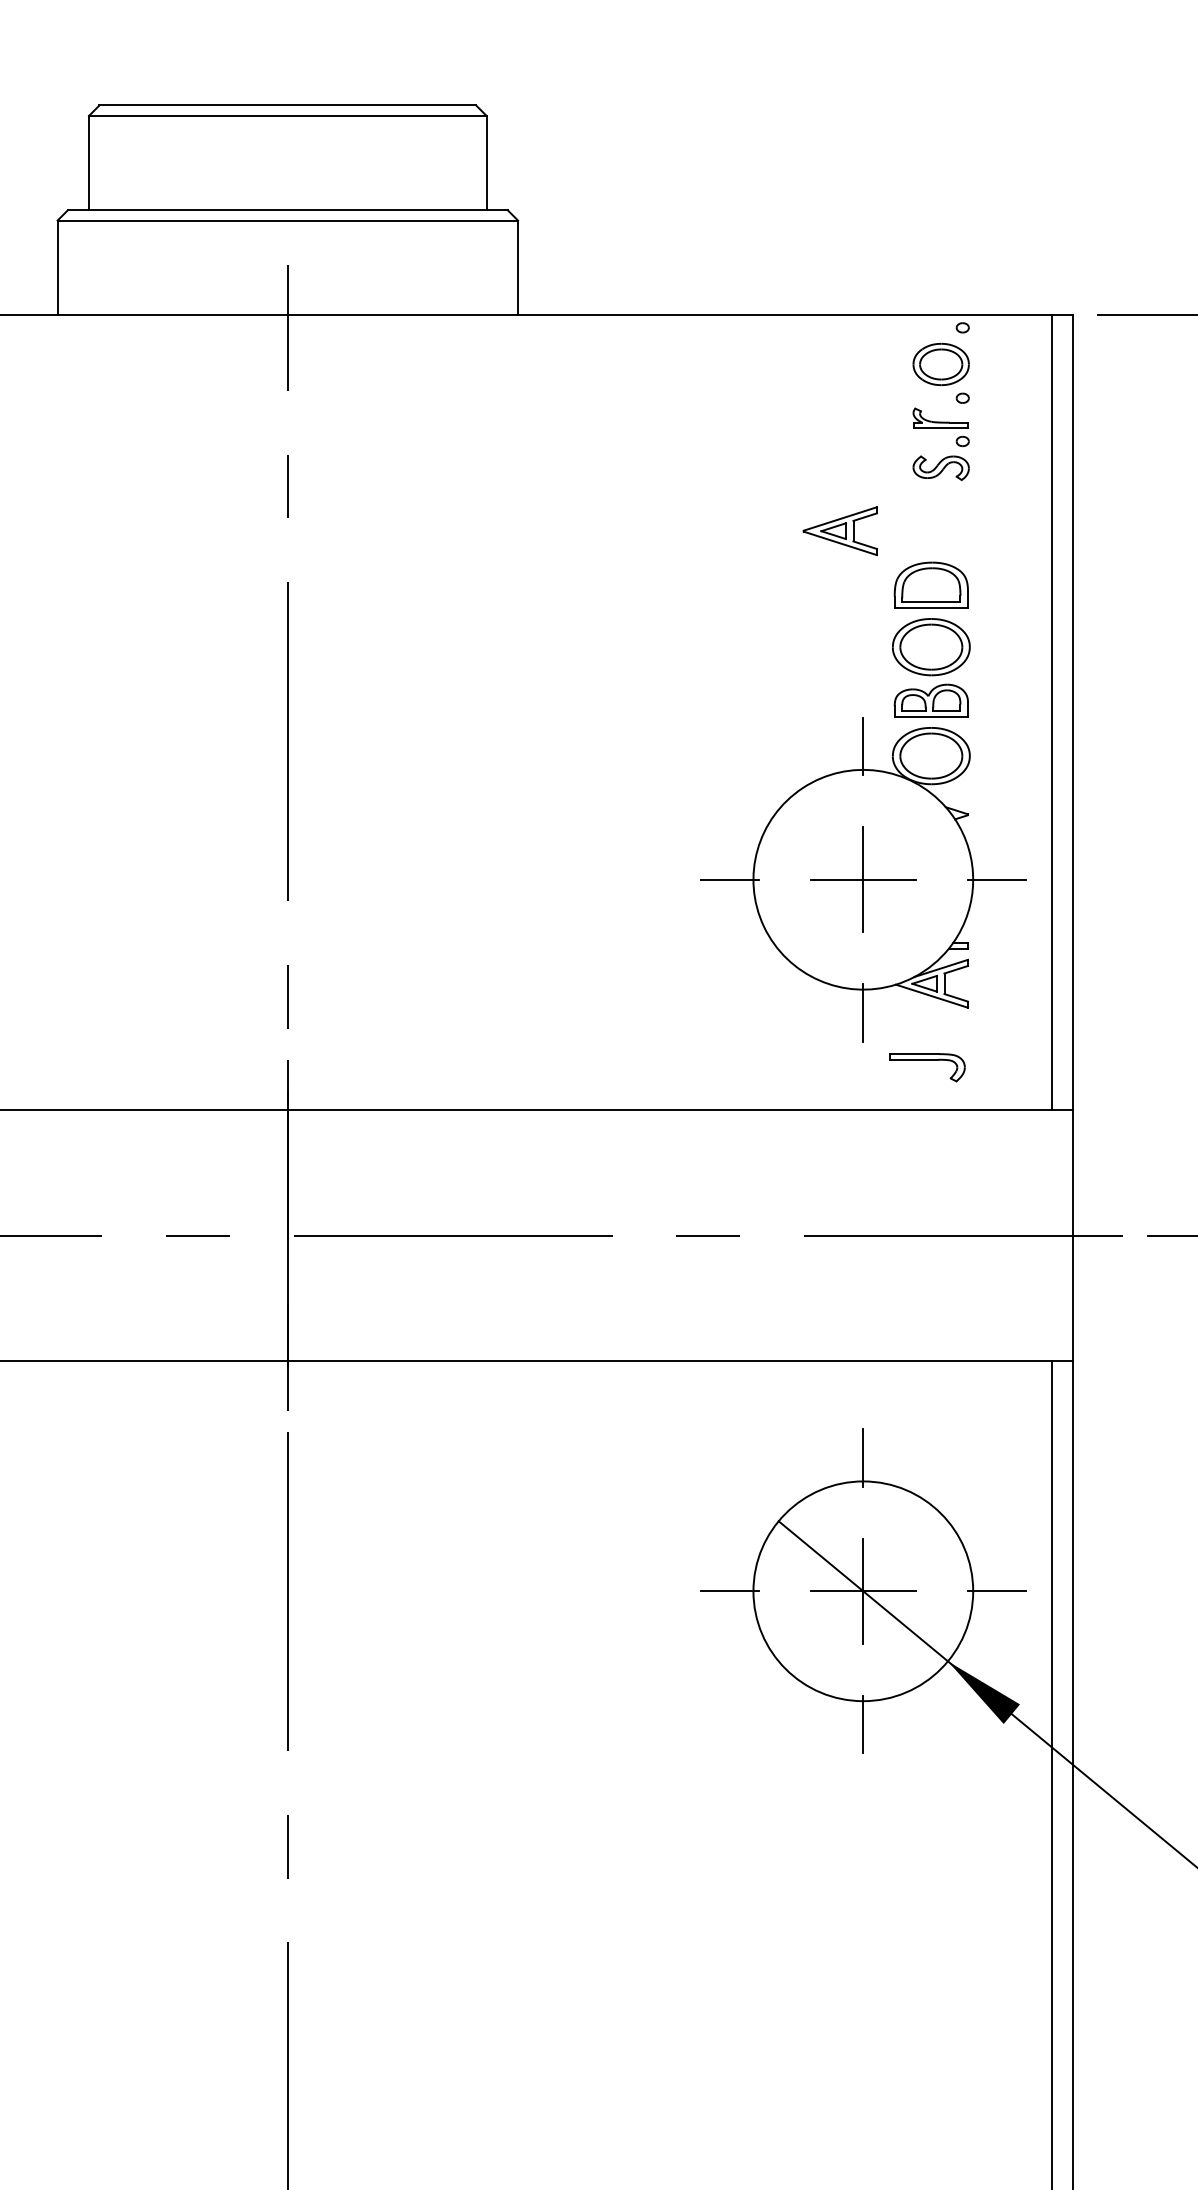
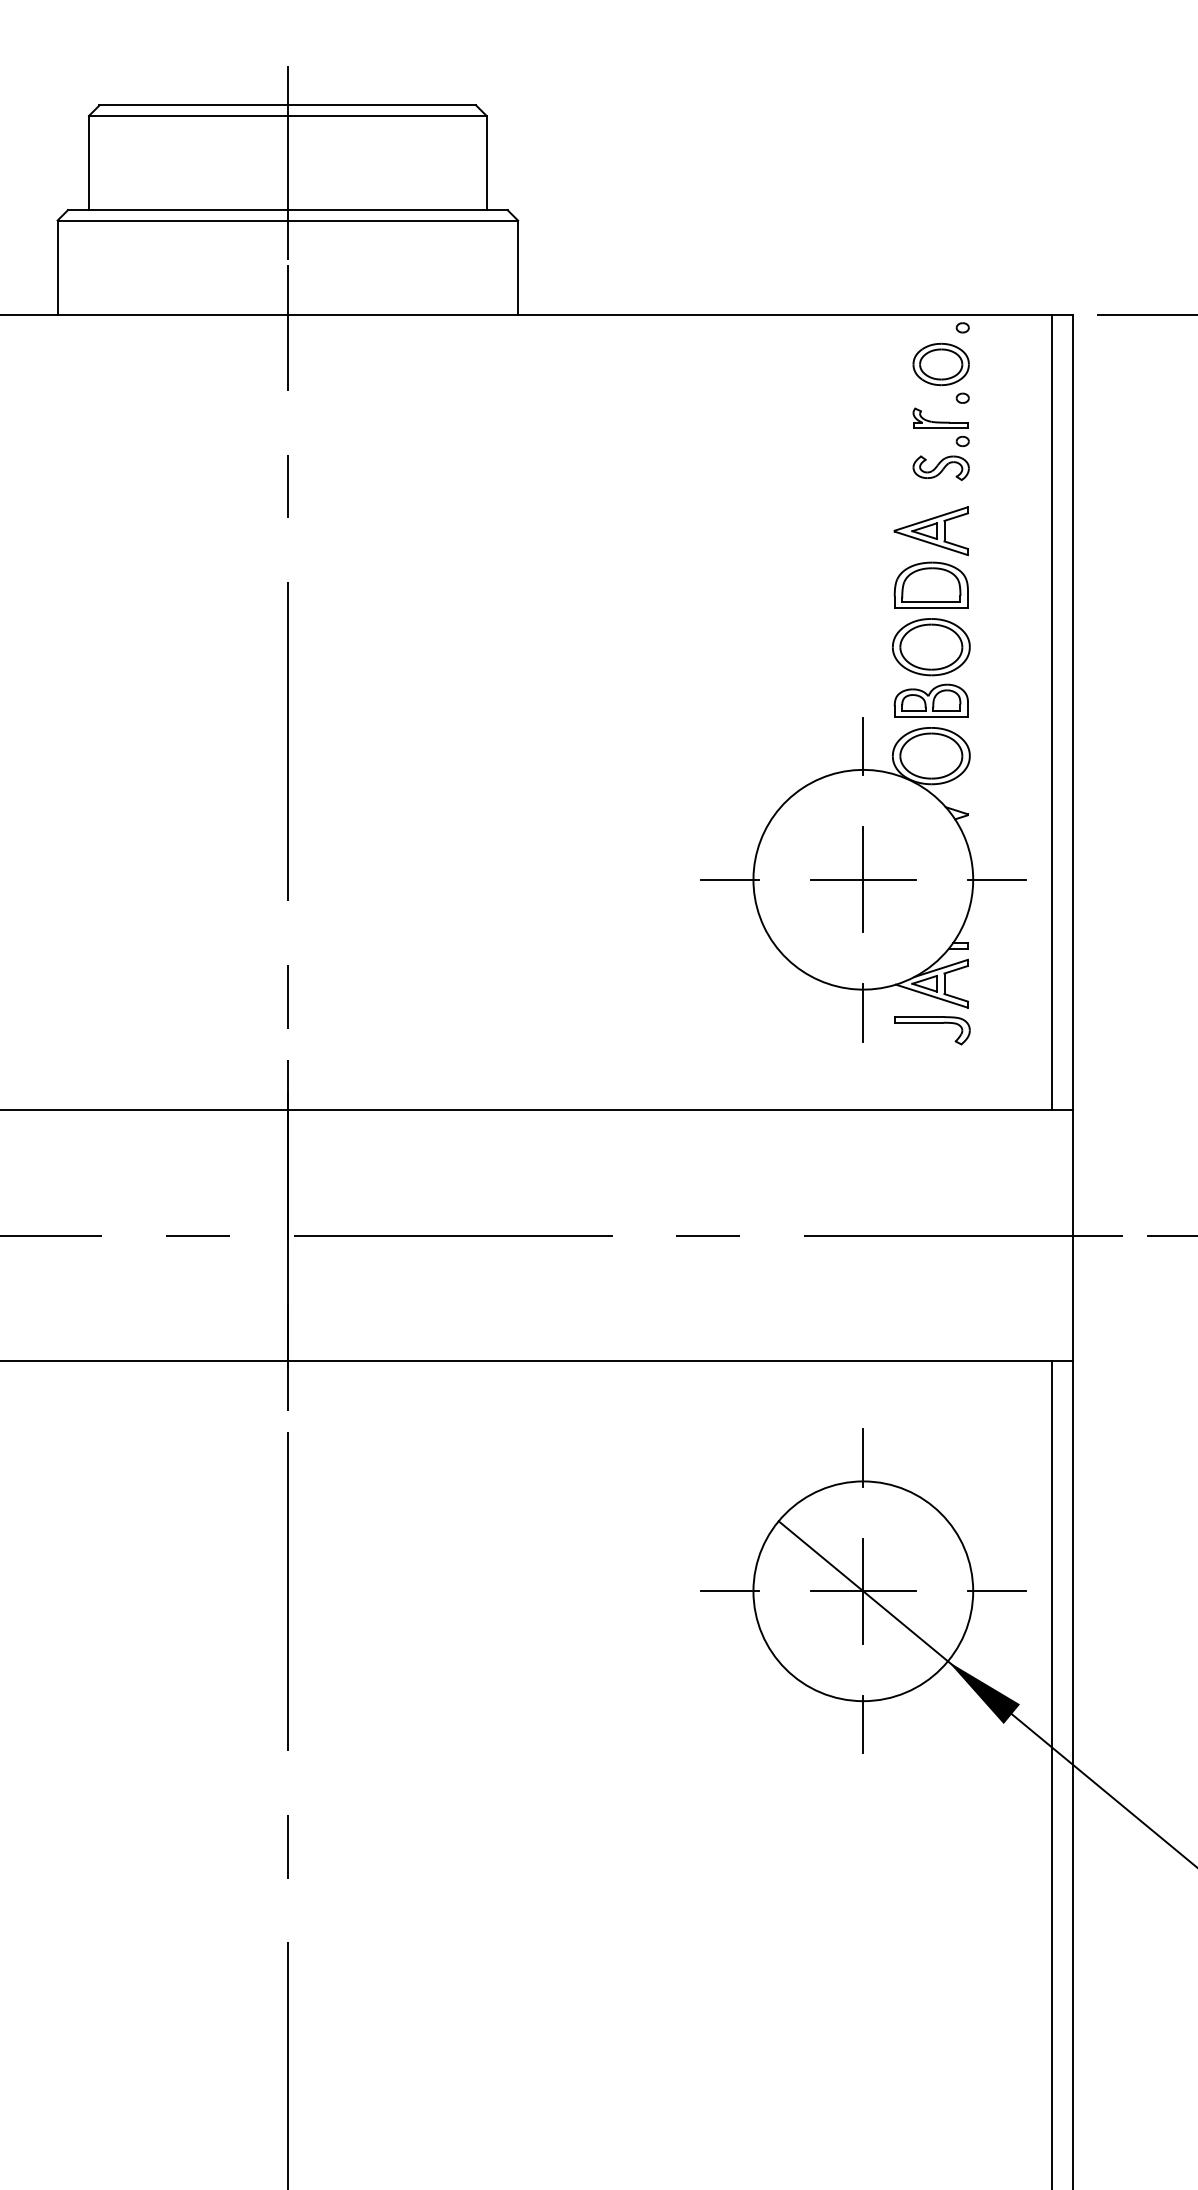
line at (287, 162): none -> present
part at (839, 531) position: (839, 531) -> (930, 531)
part at (927, 1060) position: (927, 1060) -> (932, 1023)
